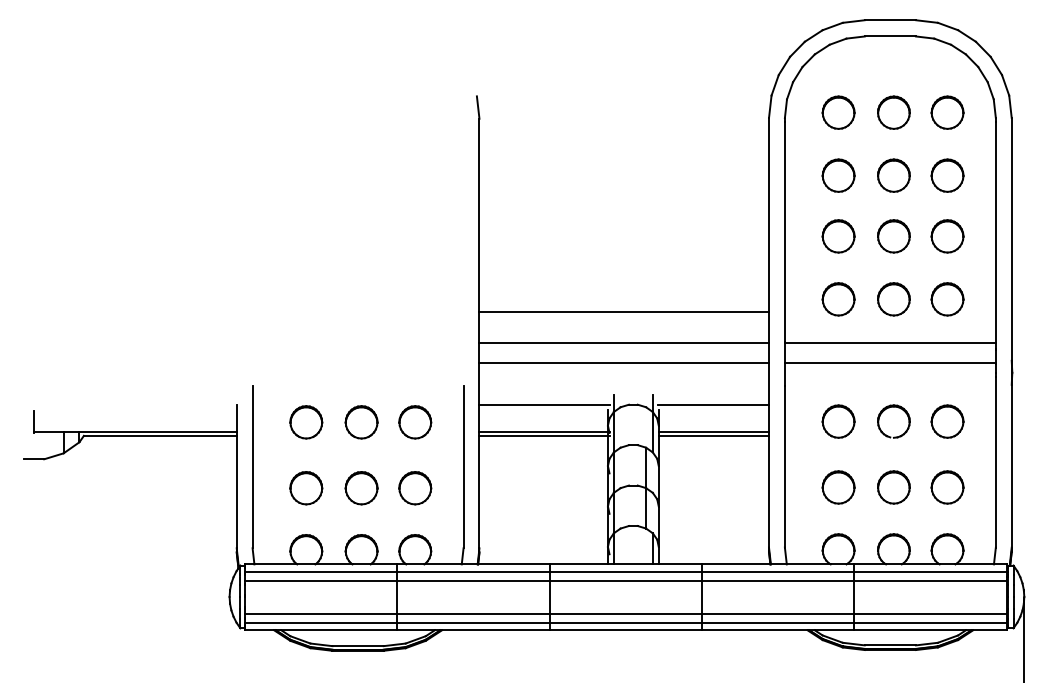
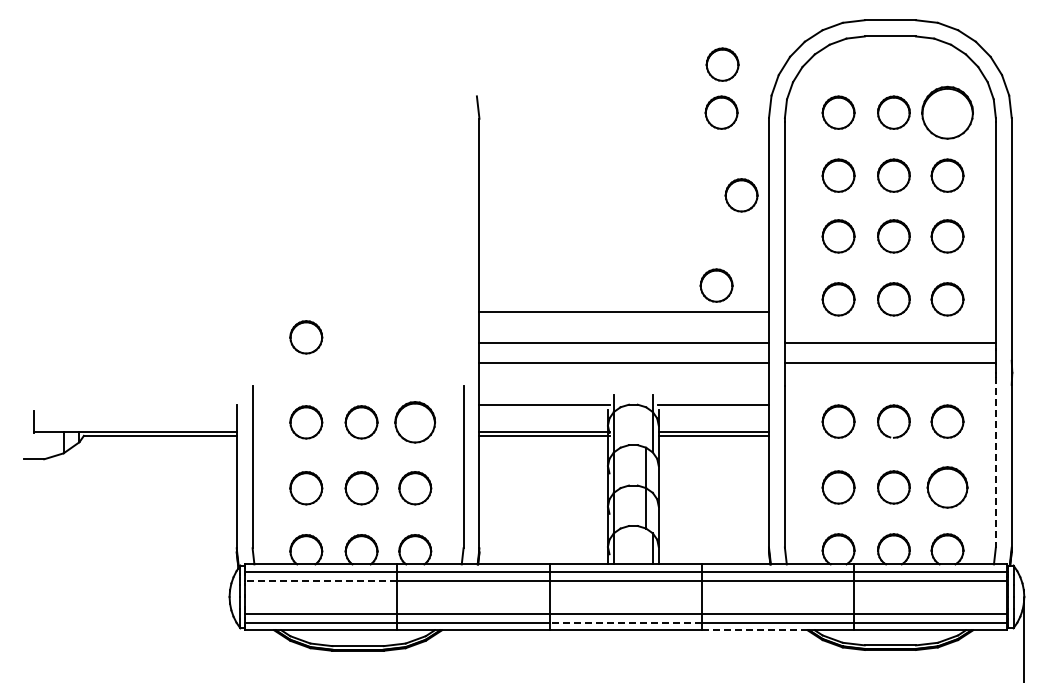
part at (722, 64): none -> present
part at (721, 112): none -> present
part at (947, 112) size: 35x35 px -> 53x55 px
part at (741, 195): none -> present
part at (716, 285): none -> present
part at (306, 337): none -> present
part at (415, 422) size: 35x35 px -> 43x43 px
line at (995, 462): solid -> dashed
part at (947, 487) size: 35x35 px -> 43x43 px
line at (320, 580): solid -> dashed
line at (625, 622): solid -> dashed
line at (754, 630): solid -> dashed
